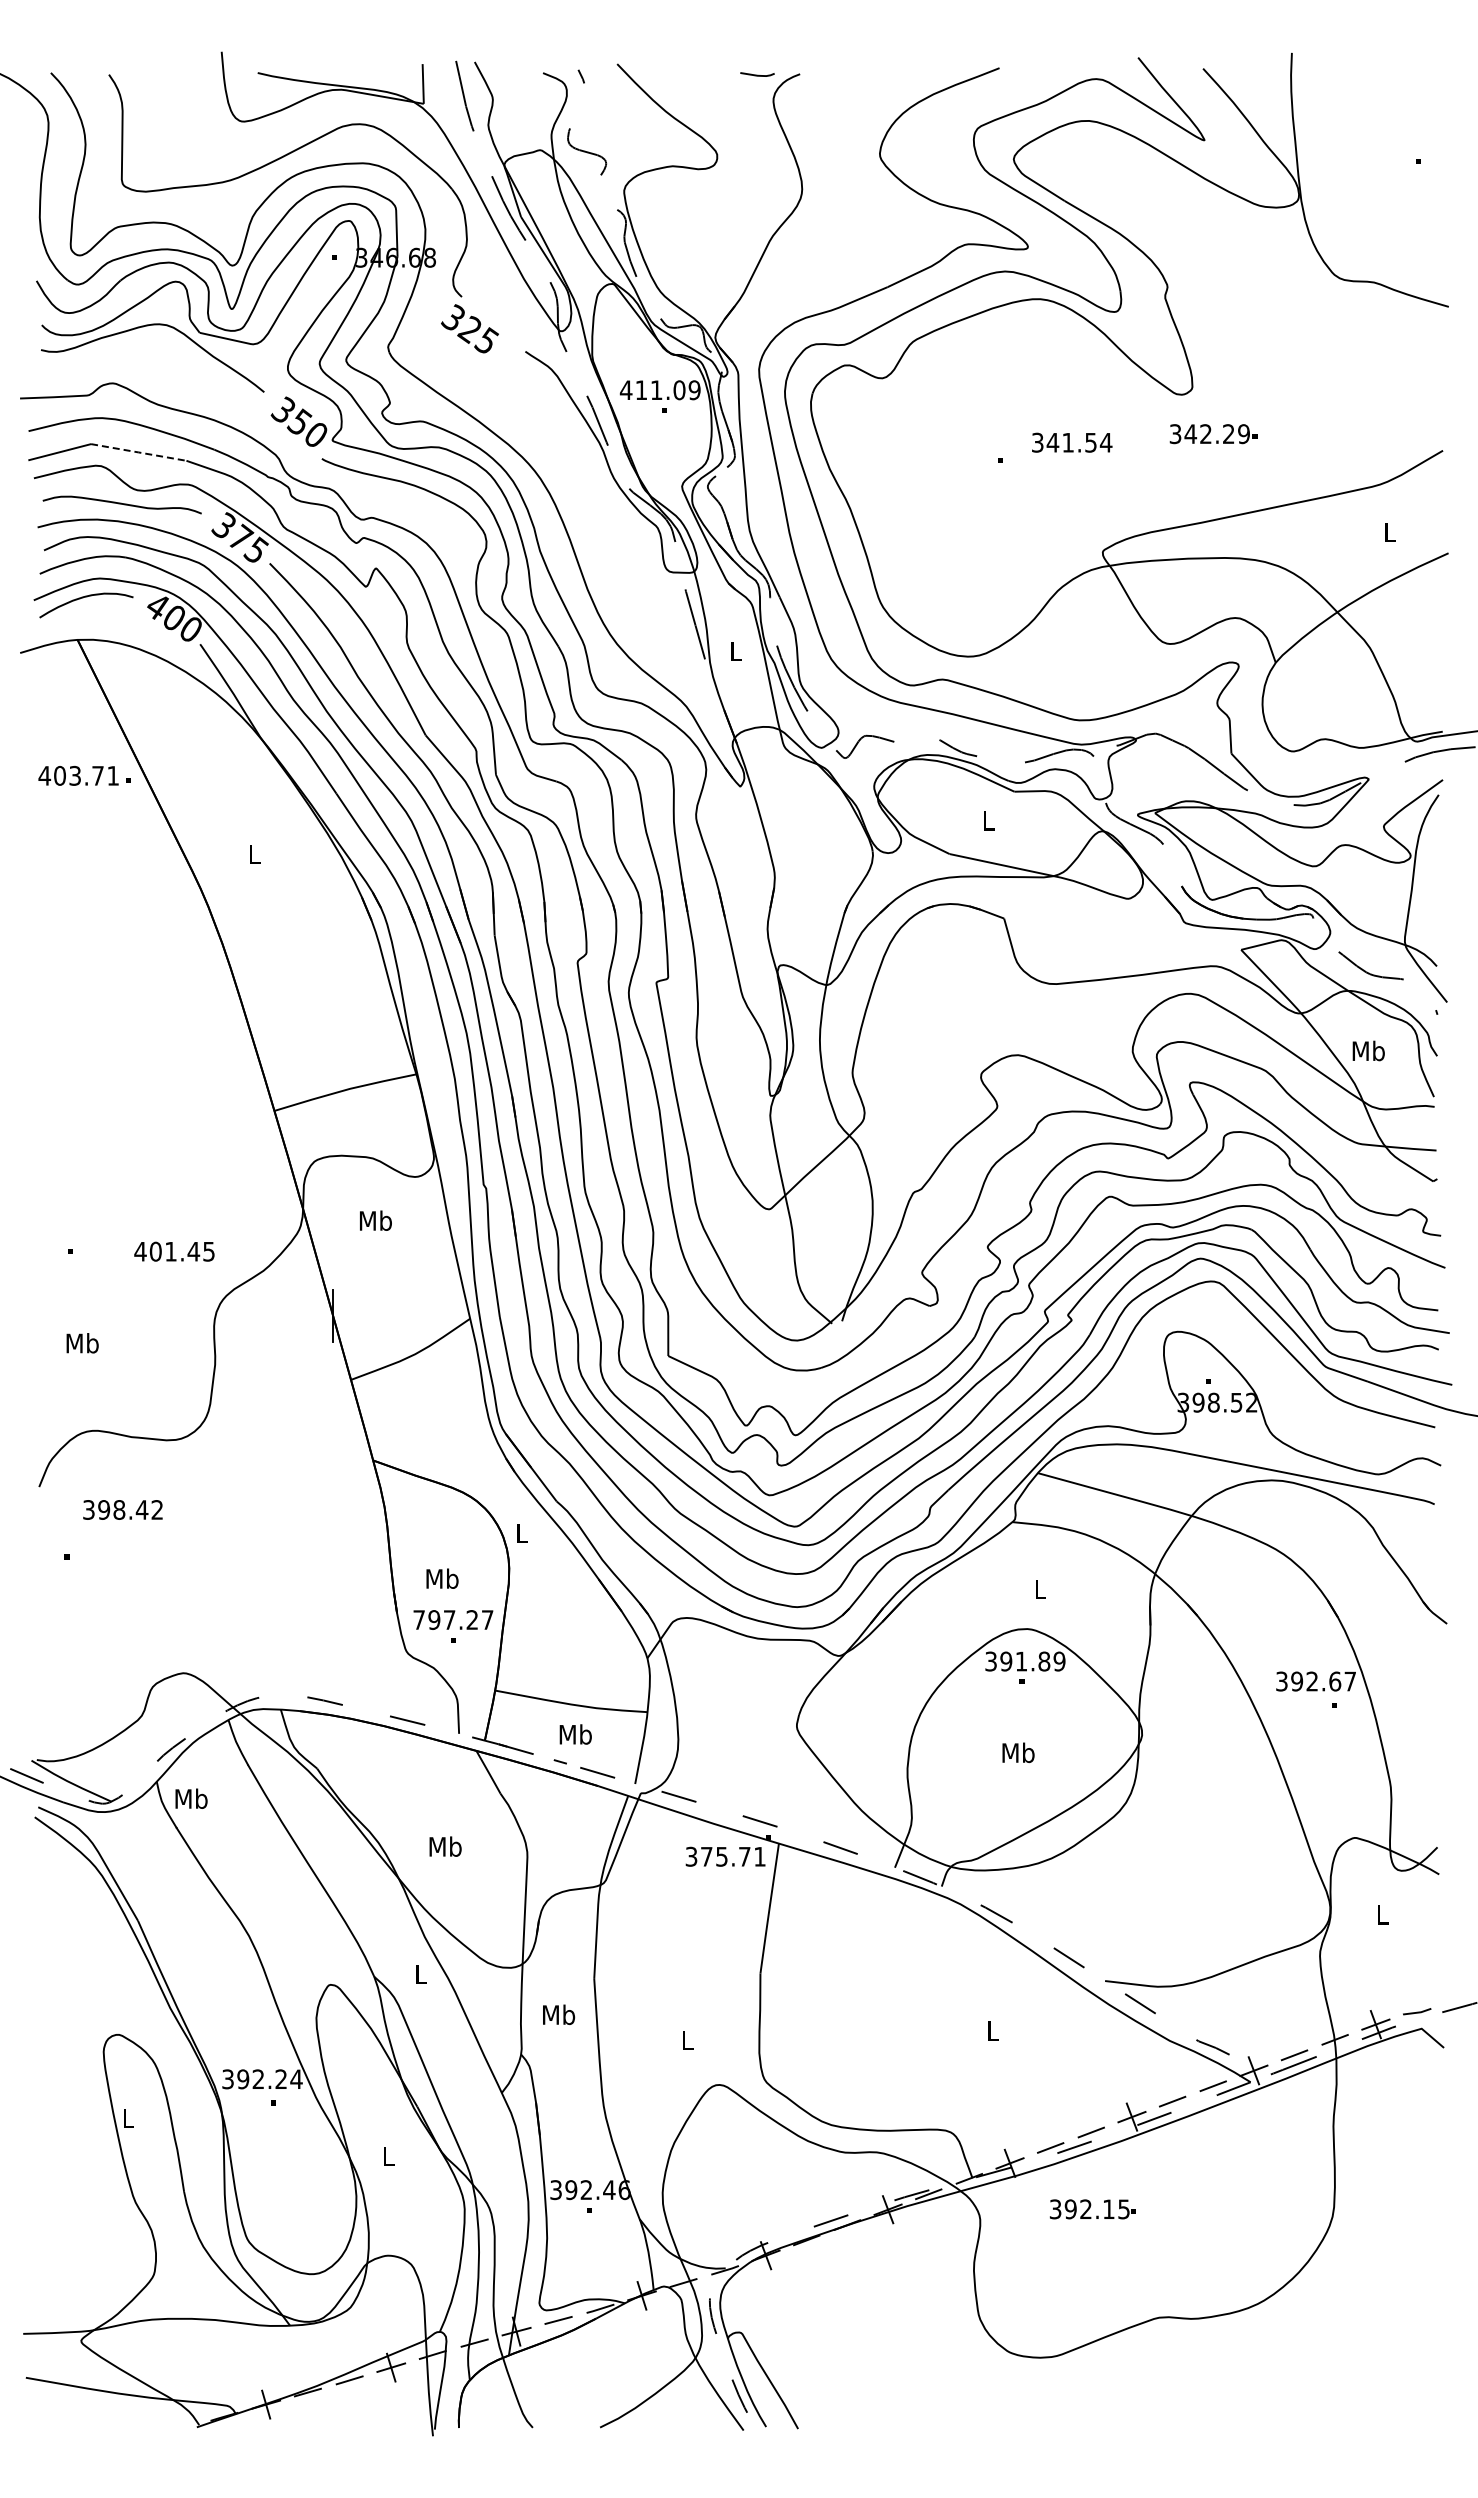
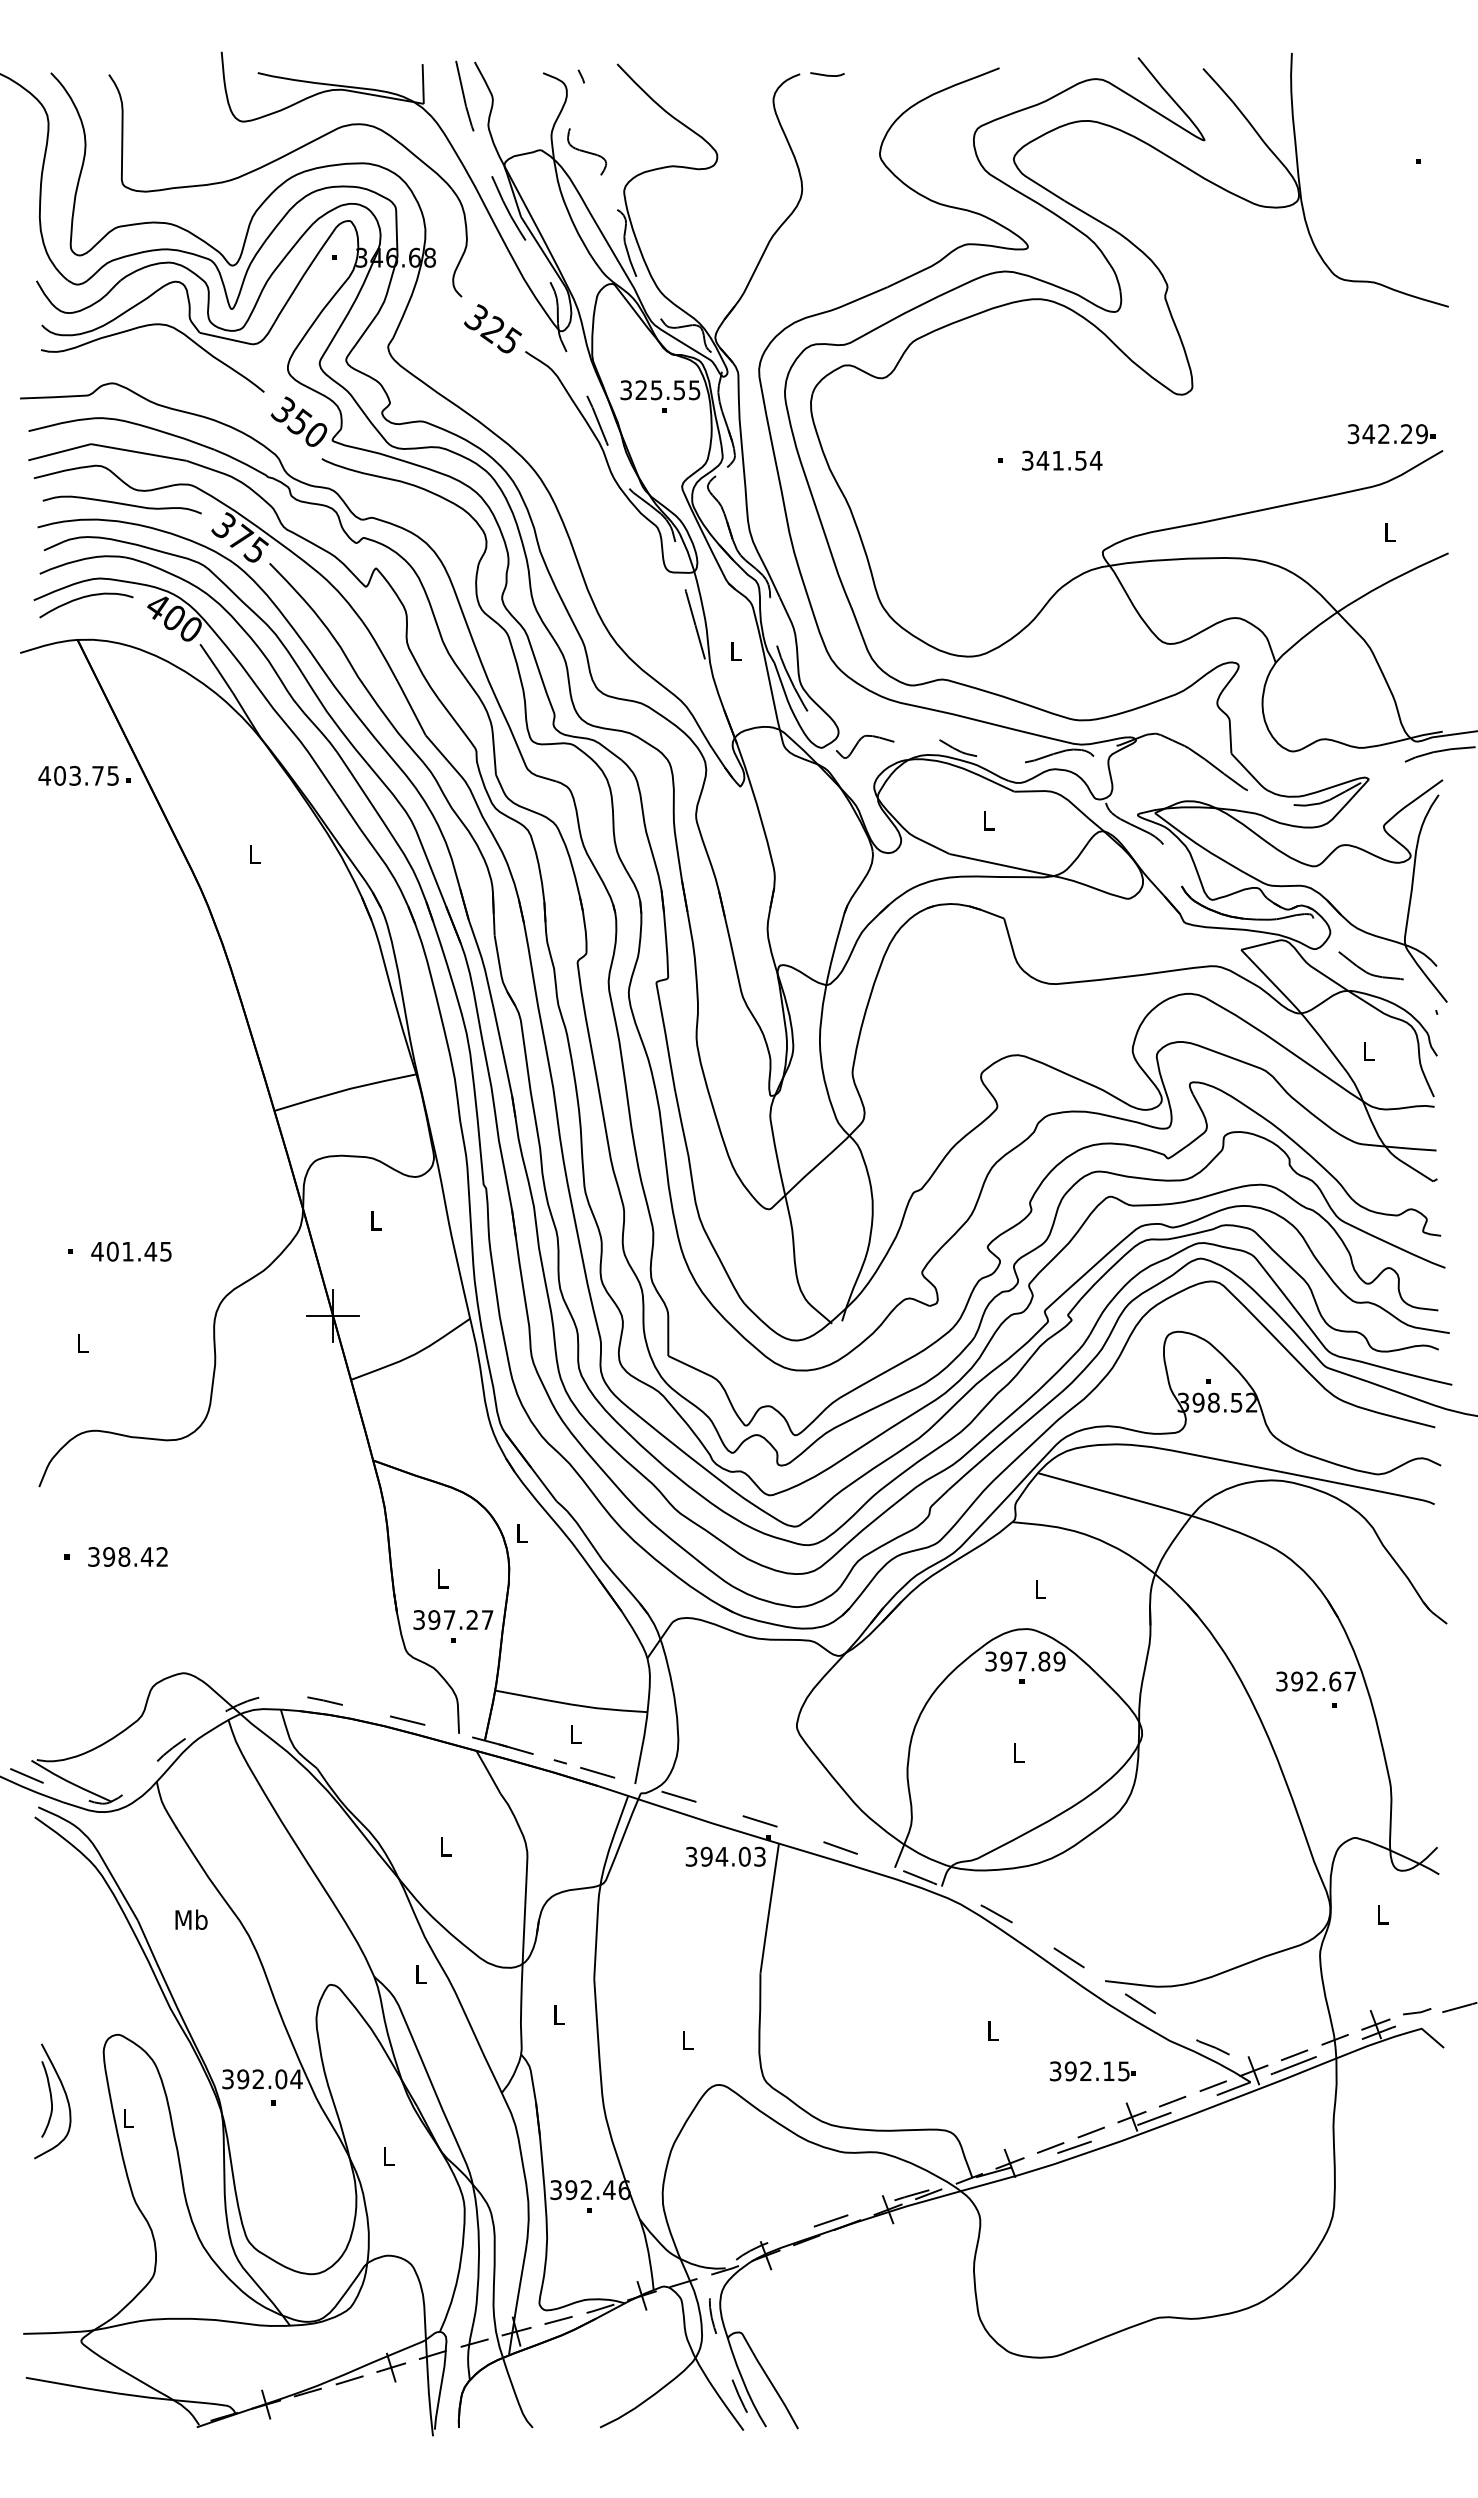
line at (757, 74) position: (757, 74) -> (827, 74)
text at (469, 328) position: (469, 328) -> (492, 328)
text at (659, 390): 411.09 -> 325.55
text at (1213, 434) position: (1213, 434) -> (1391, 434)
text at (1072, 442) position: (1072, 442) -> (1062, 460)
line at (138, 452): dashed -> solid
text at (112, 775): 403.71 -> 403.75
text at (1368, 1050): Mb -> L
text at (375, 1220): Mb -> L
text at (174, 1251) position: (174, 1251) -> (131, 1251)
line at (332, 1315): none -> present
text at (82, 1343): Mb -> L
text at (122, 1509) position: (122, 1509) -> (127, 1556)
text at (442, 1578): Mb -> L
text at (418, 1619): 797.27 -> 397.27
text at (1021, 1661): 391.89 -> 397.89
text at (575, 1734): Mb -> L
text at (1018, 1752): Mb -> L
text at (191, 1798) position: (191, 1798) -> (191, 1919)
text at (445, 1846): Mb -> L
text at (732, 1856): 375.71 -> 394.03
text at (559, 2014): Mb -> L
text at (281, 2079): 392.24 -> 392.04
part at (52, 2101): none -> present
text at (1092, 2209) position: (1092, 2209) -> (1092, 2071)
